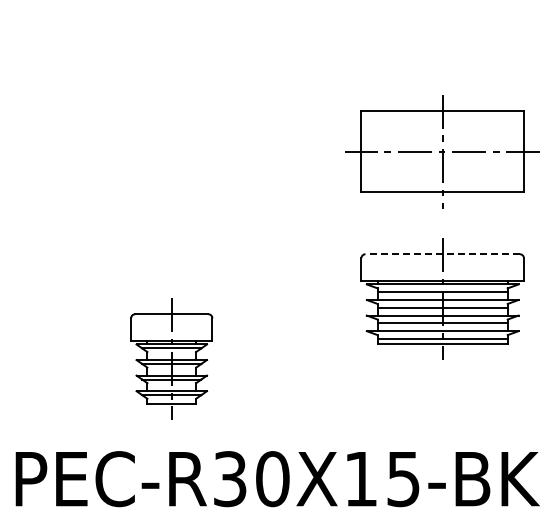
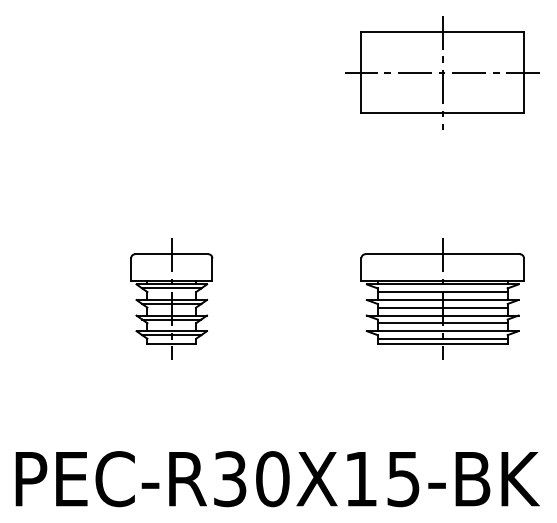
part at (442, 151) position: (442, 151) -> (442, 72)
line at (442, 254): dashed -> solid
part at (171, 358) position: (171, 358) -> (171, 298)
